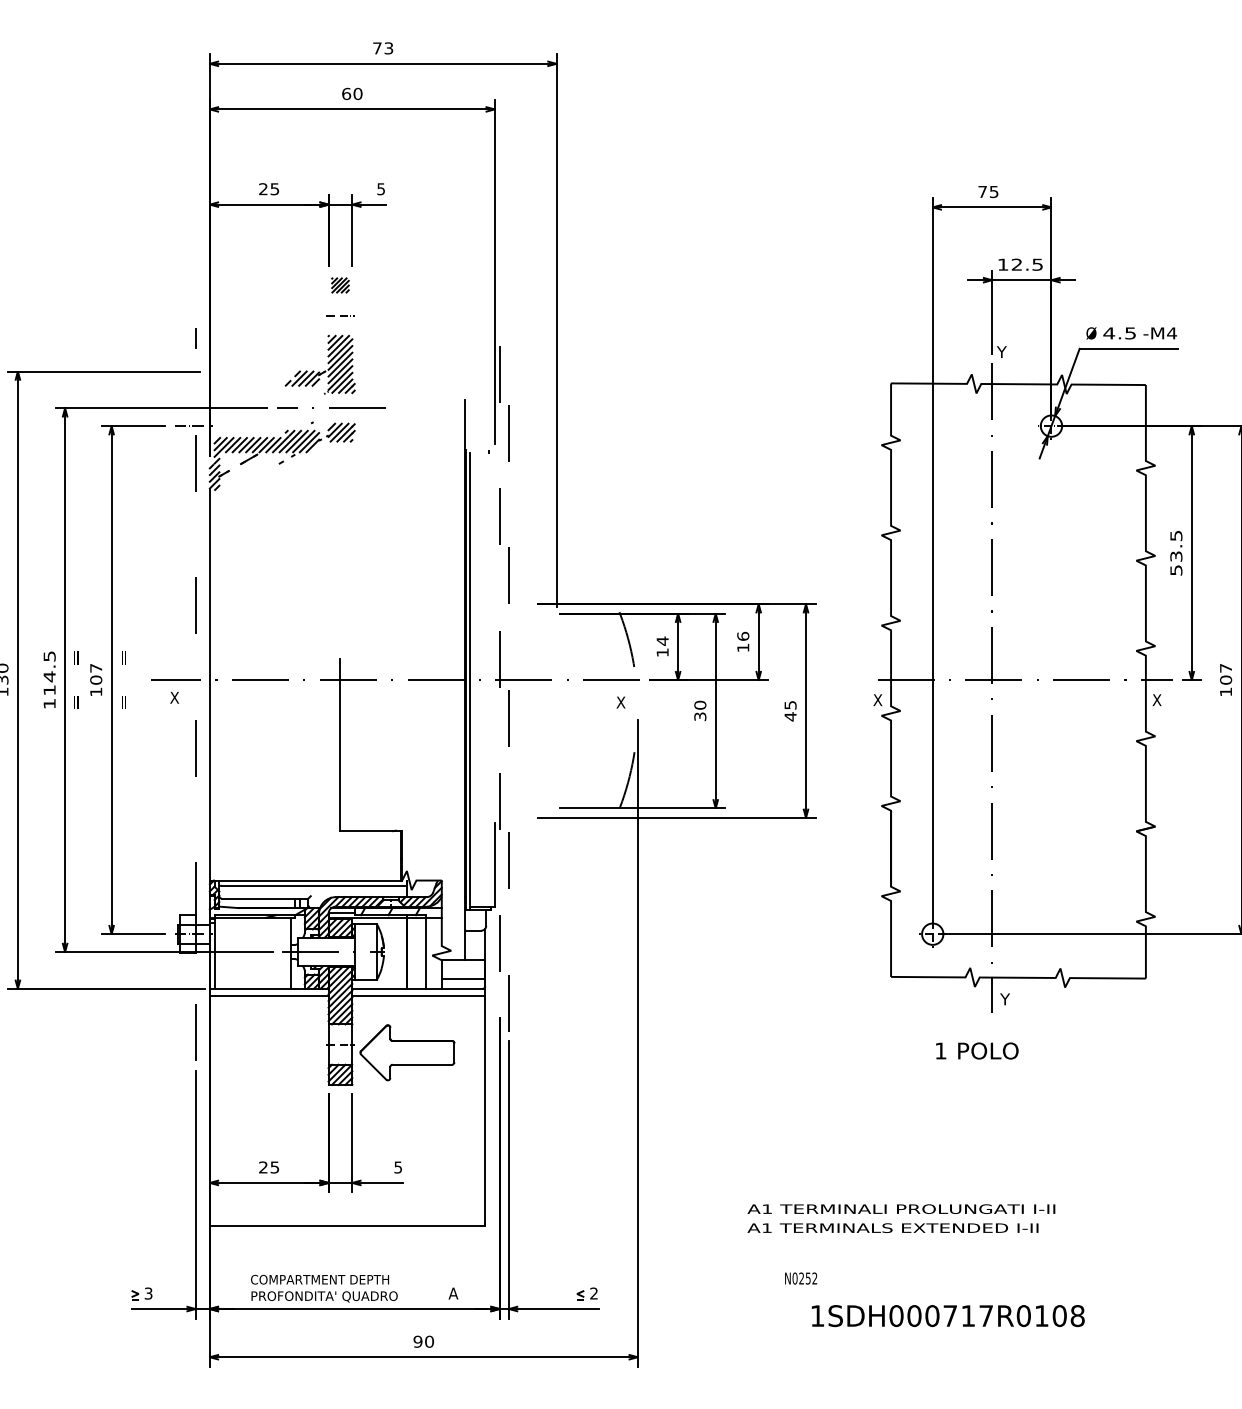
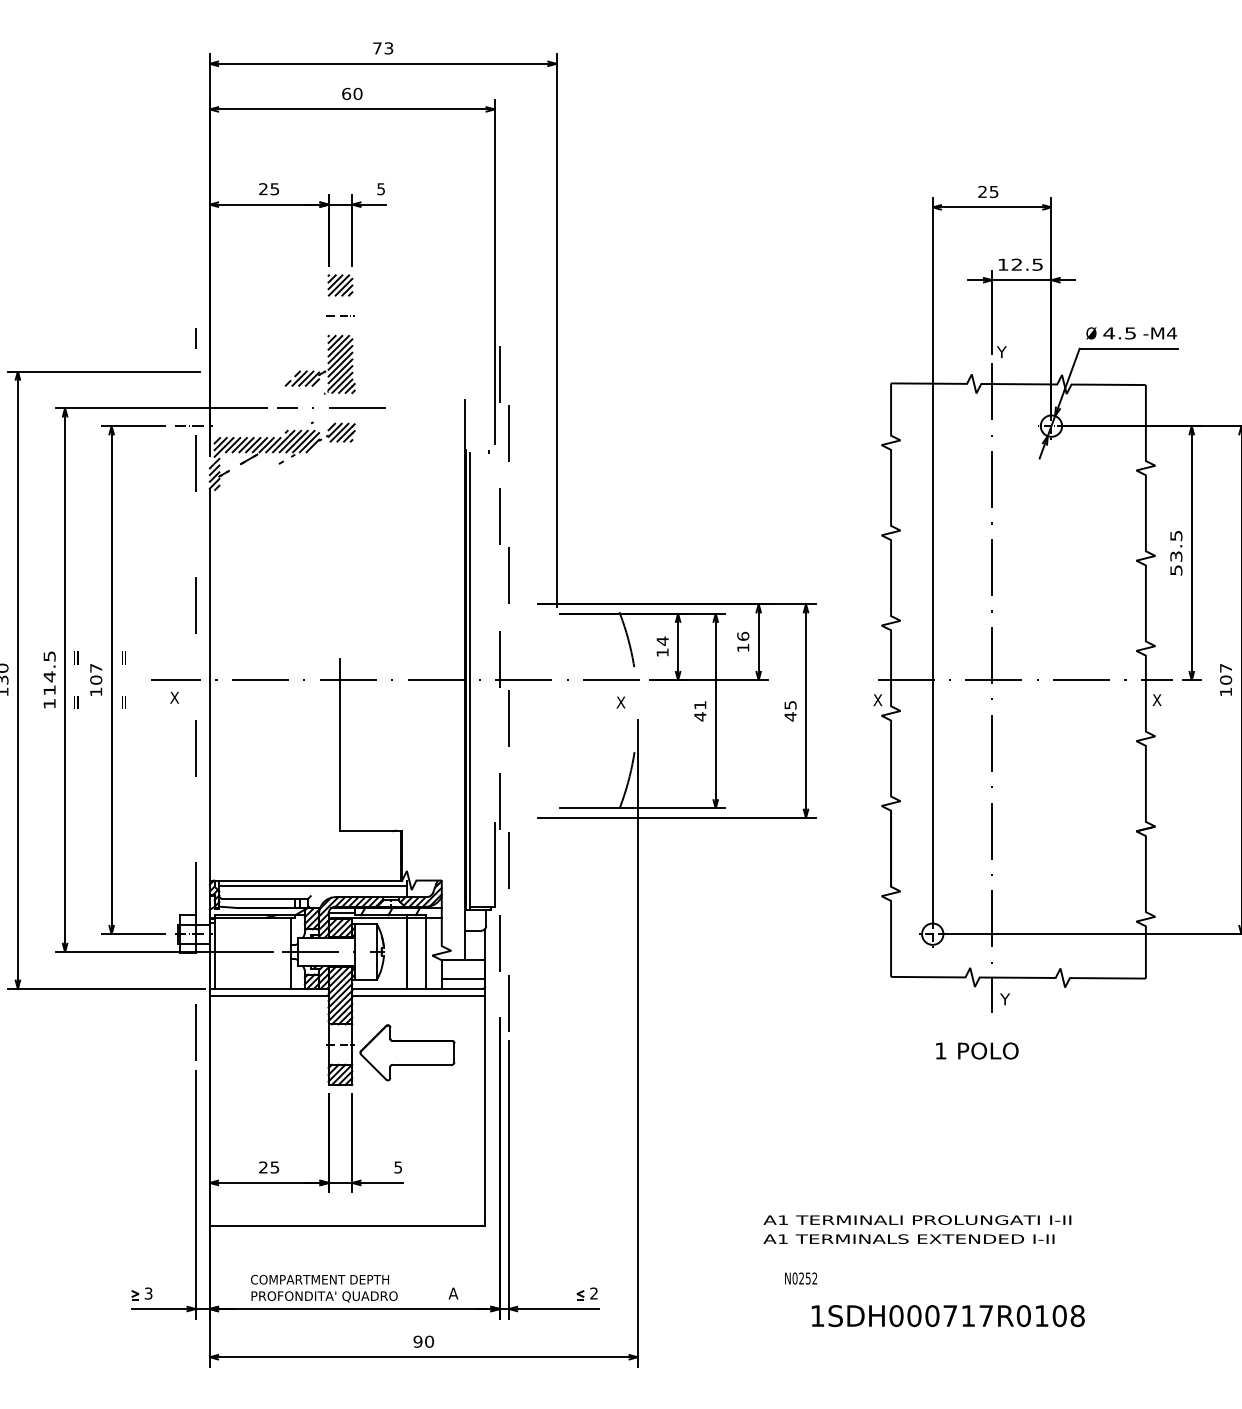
text at (982, 191): 75 -> 25
part at (340, 285) size: 19x17 px -> 27x23 px
text at (700, 710): 30 -> 41
text at (901, 1218) position: (901, 1218) -> (917, 1229)
